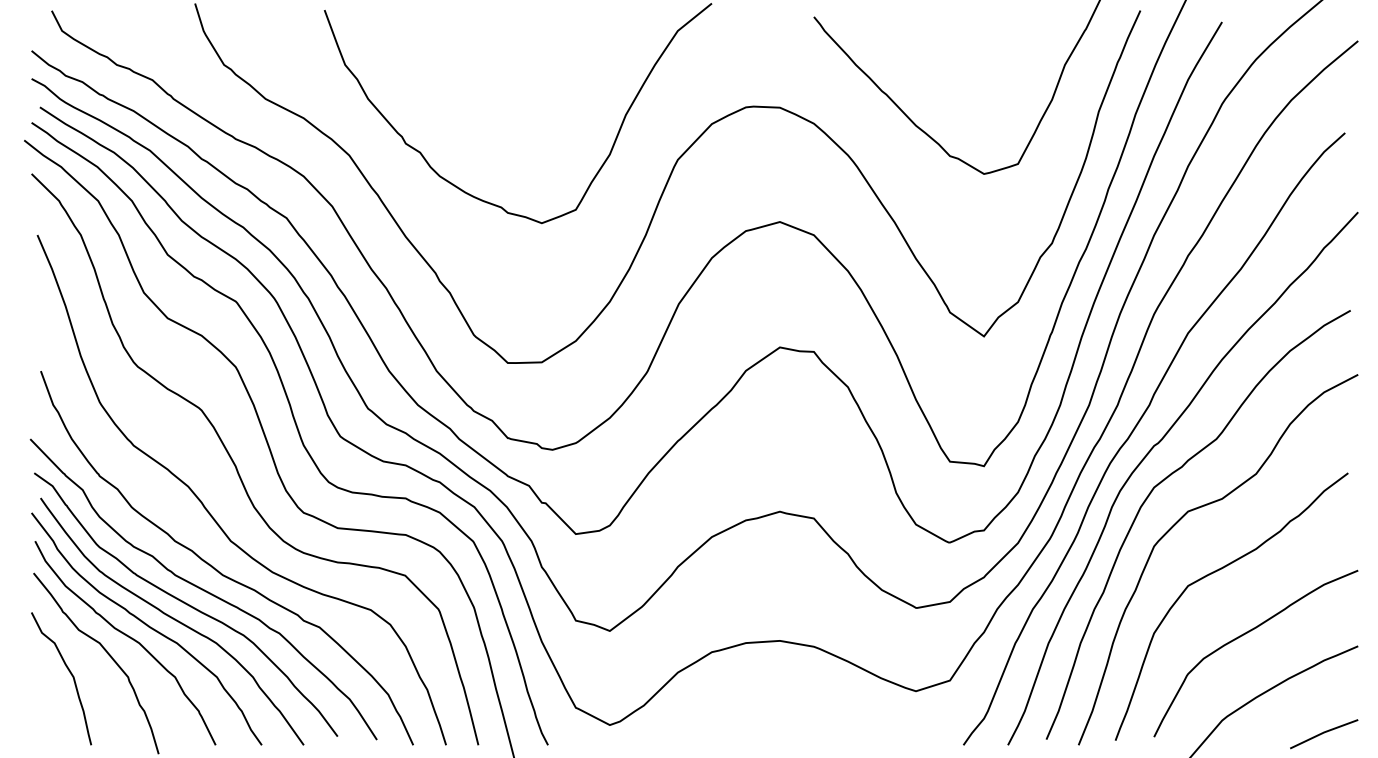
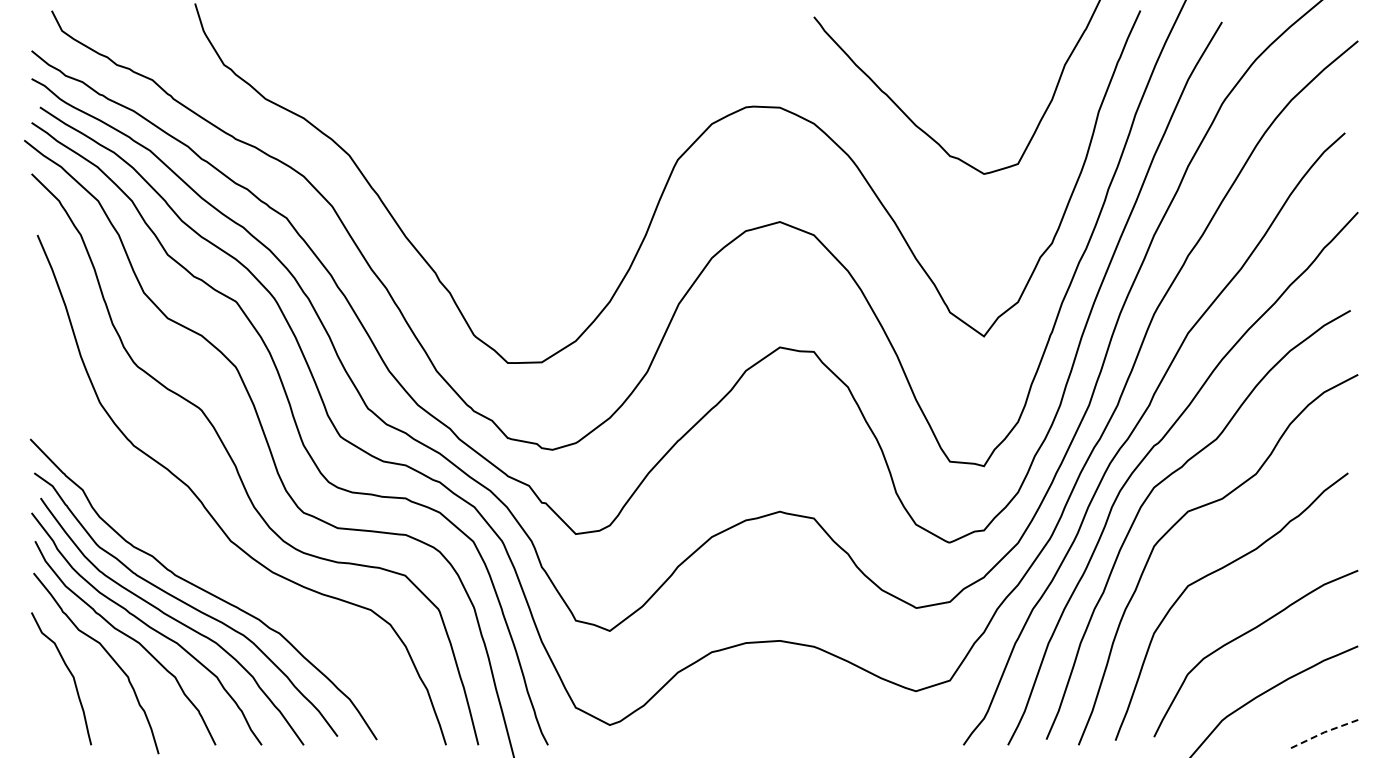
curve at (488, 201): present -> none
curve at (217, 569): present -> none
line at (1324, 732): solid -> dashed
